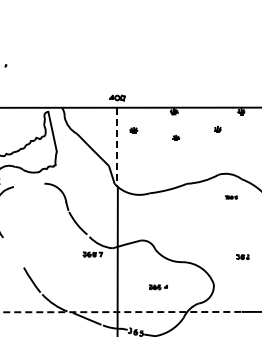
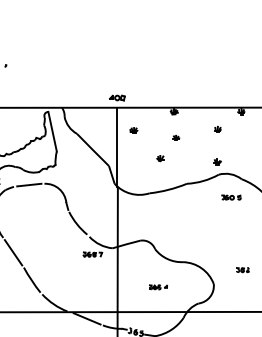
line at (117, 147): dashed -> solid
part at (160, 158): none -> present
part at (217, 161): none -> present
line at (29, 184): none -> present
part at (231, 197) size: 13x5 px -> 21x7 px
line at (13, 252): none -> present
part at (242, 257) position: (242, 257) -> (242, 270)
line at (120, 312): dashed -> solid
